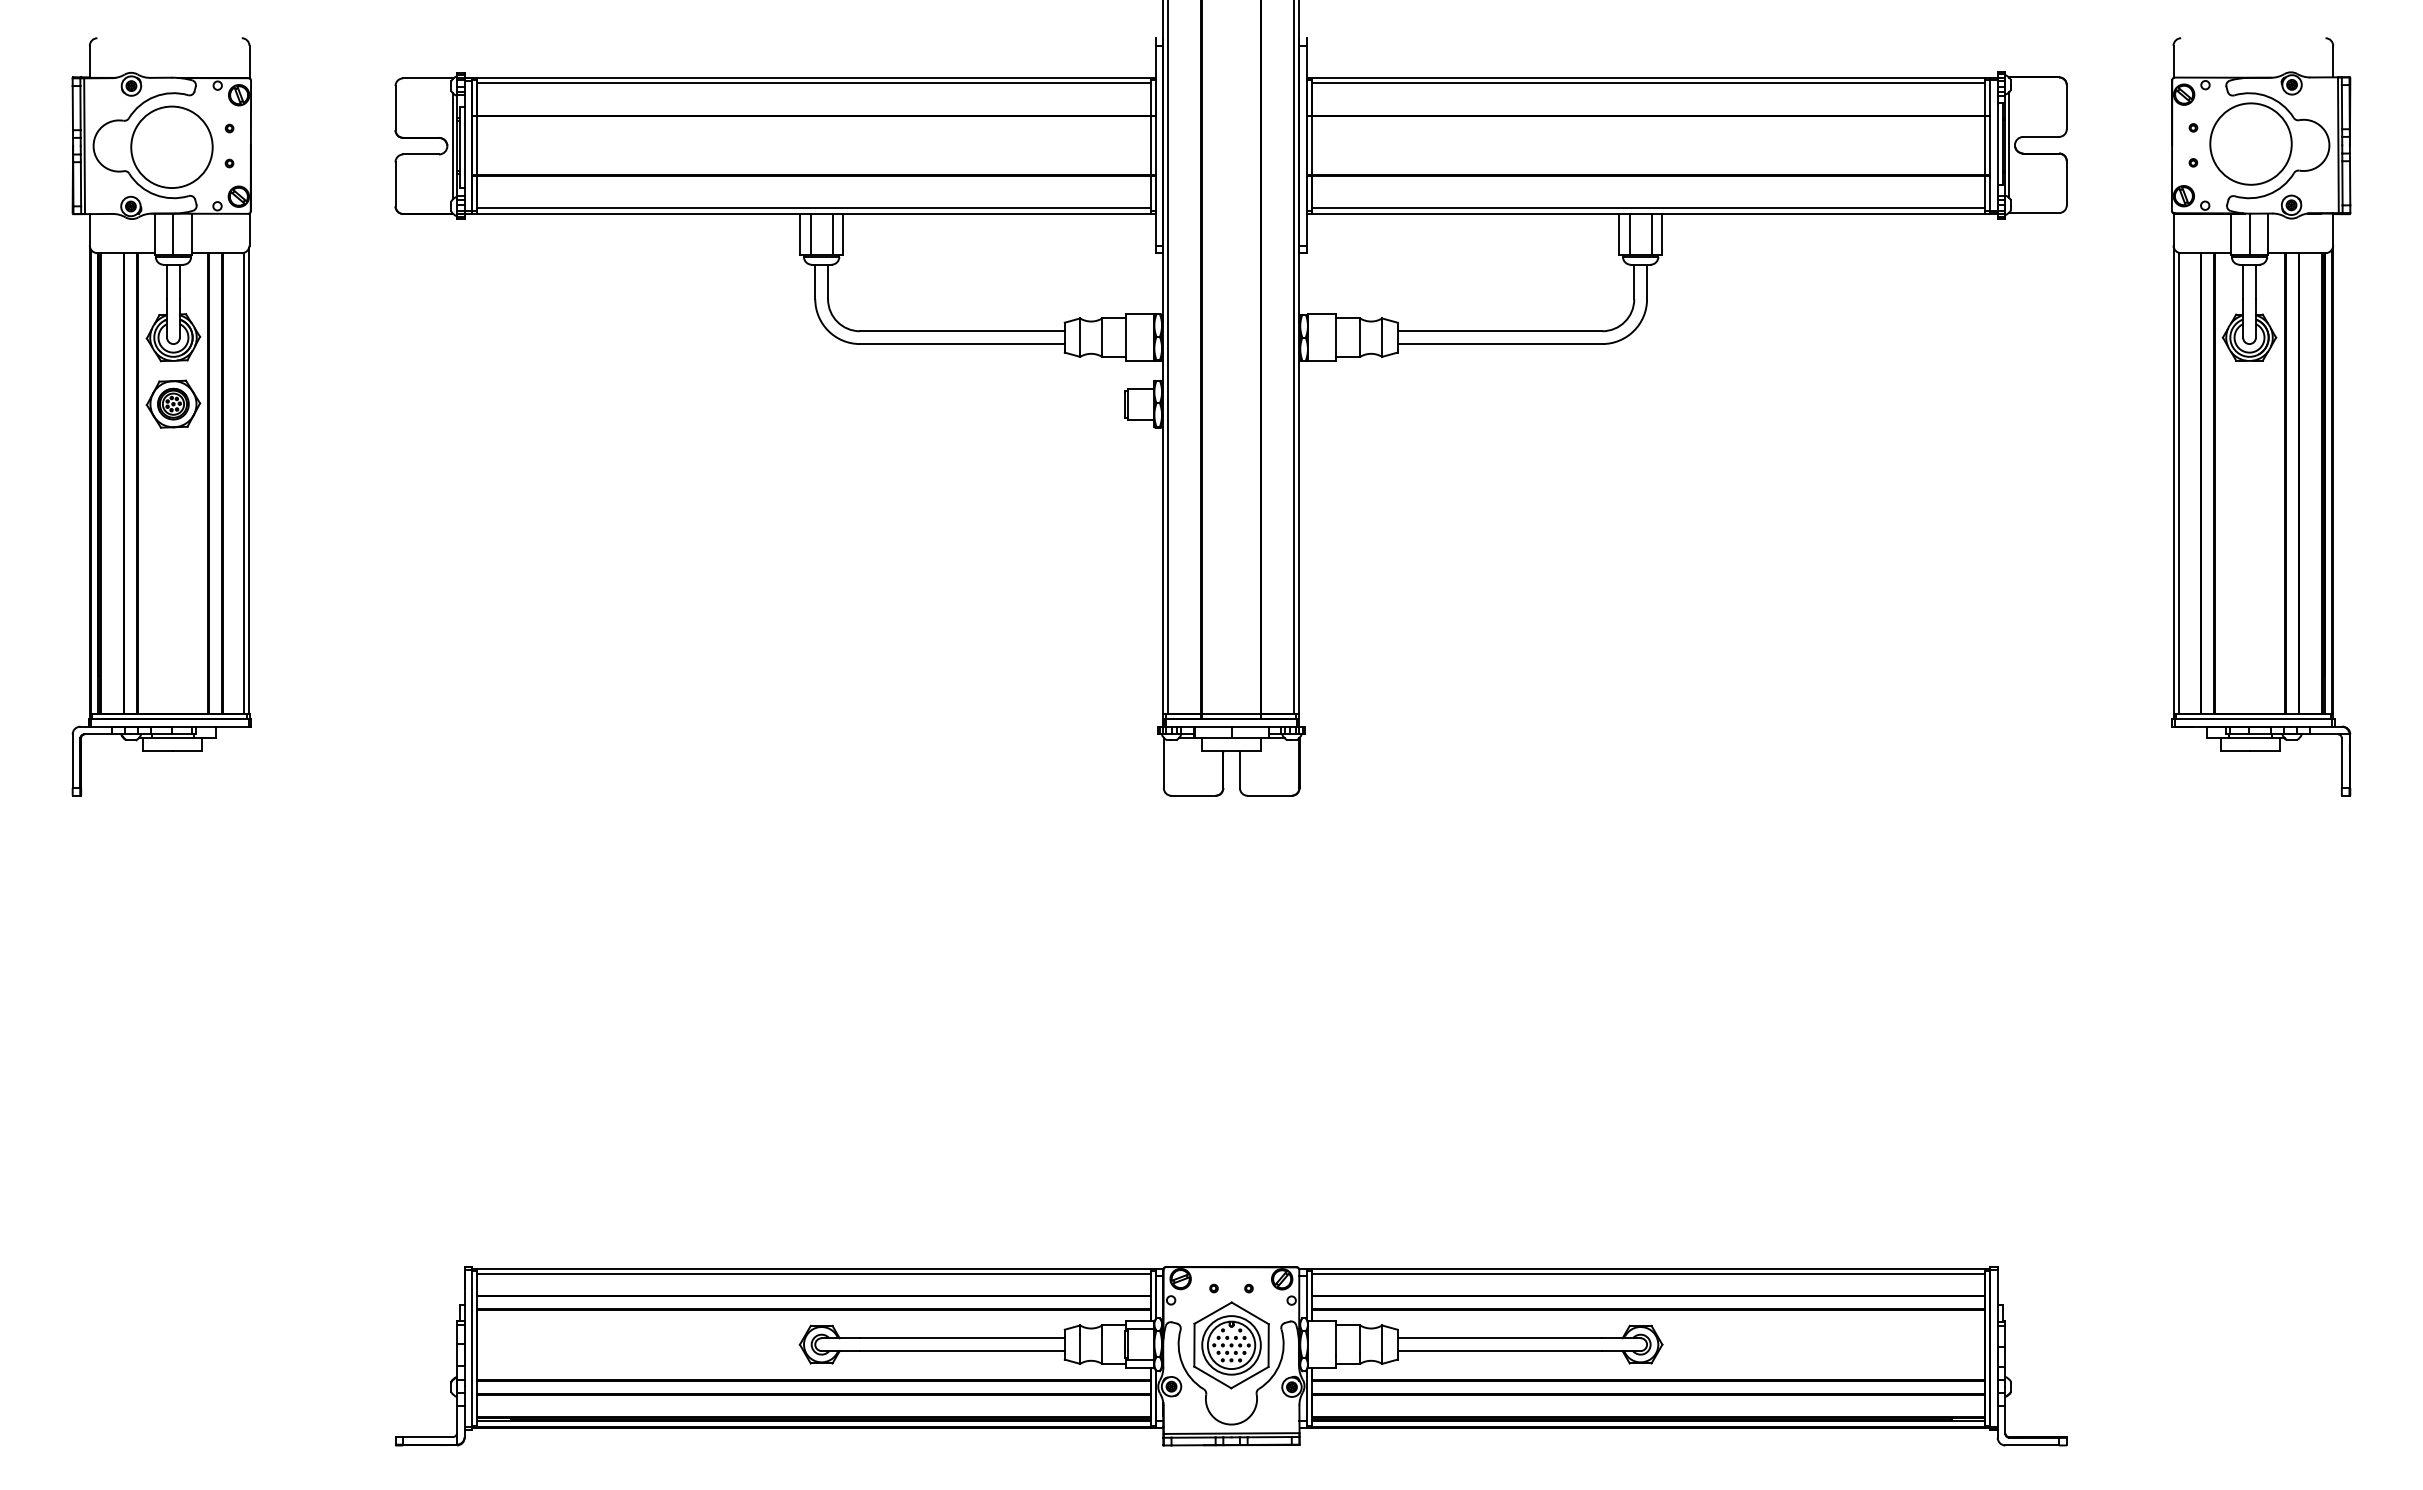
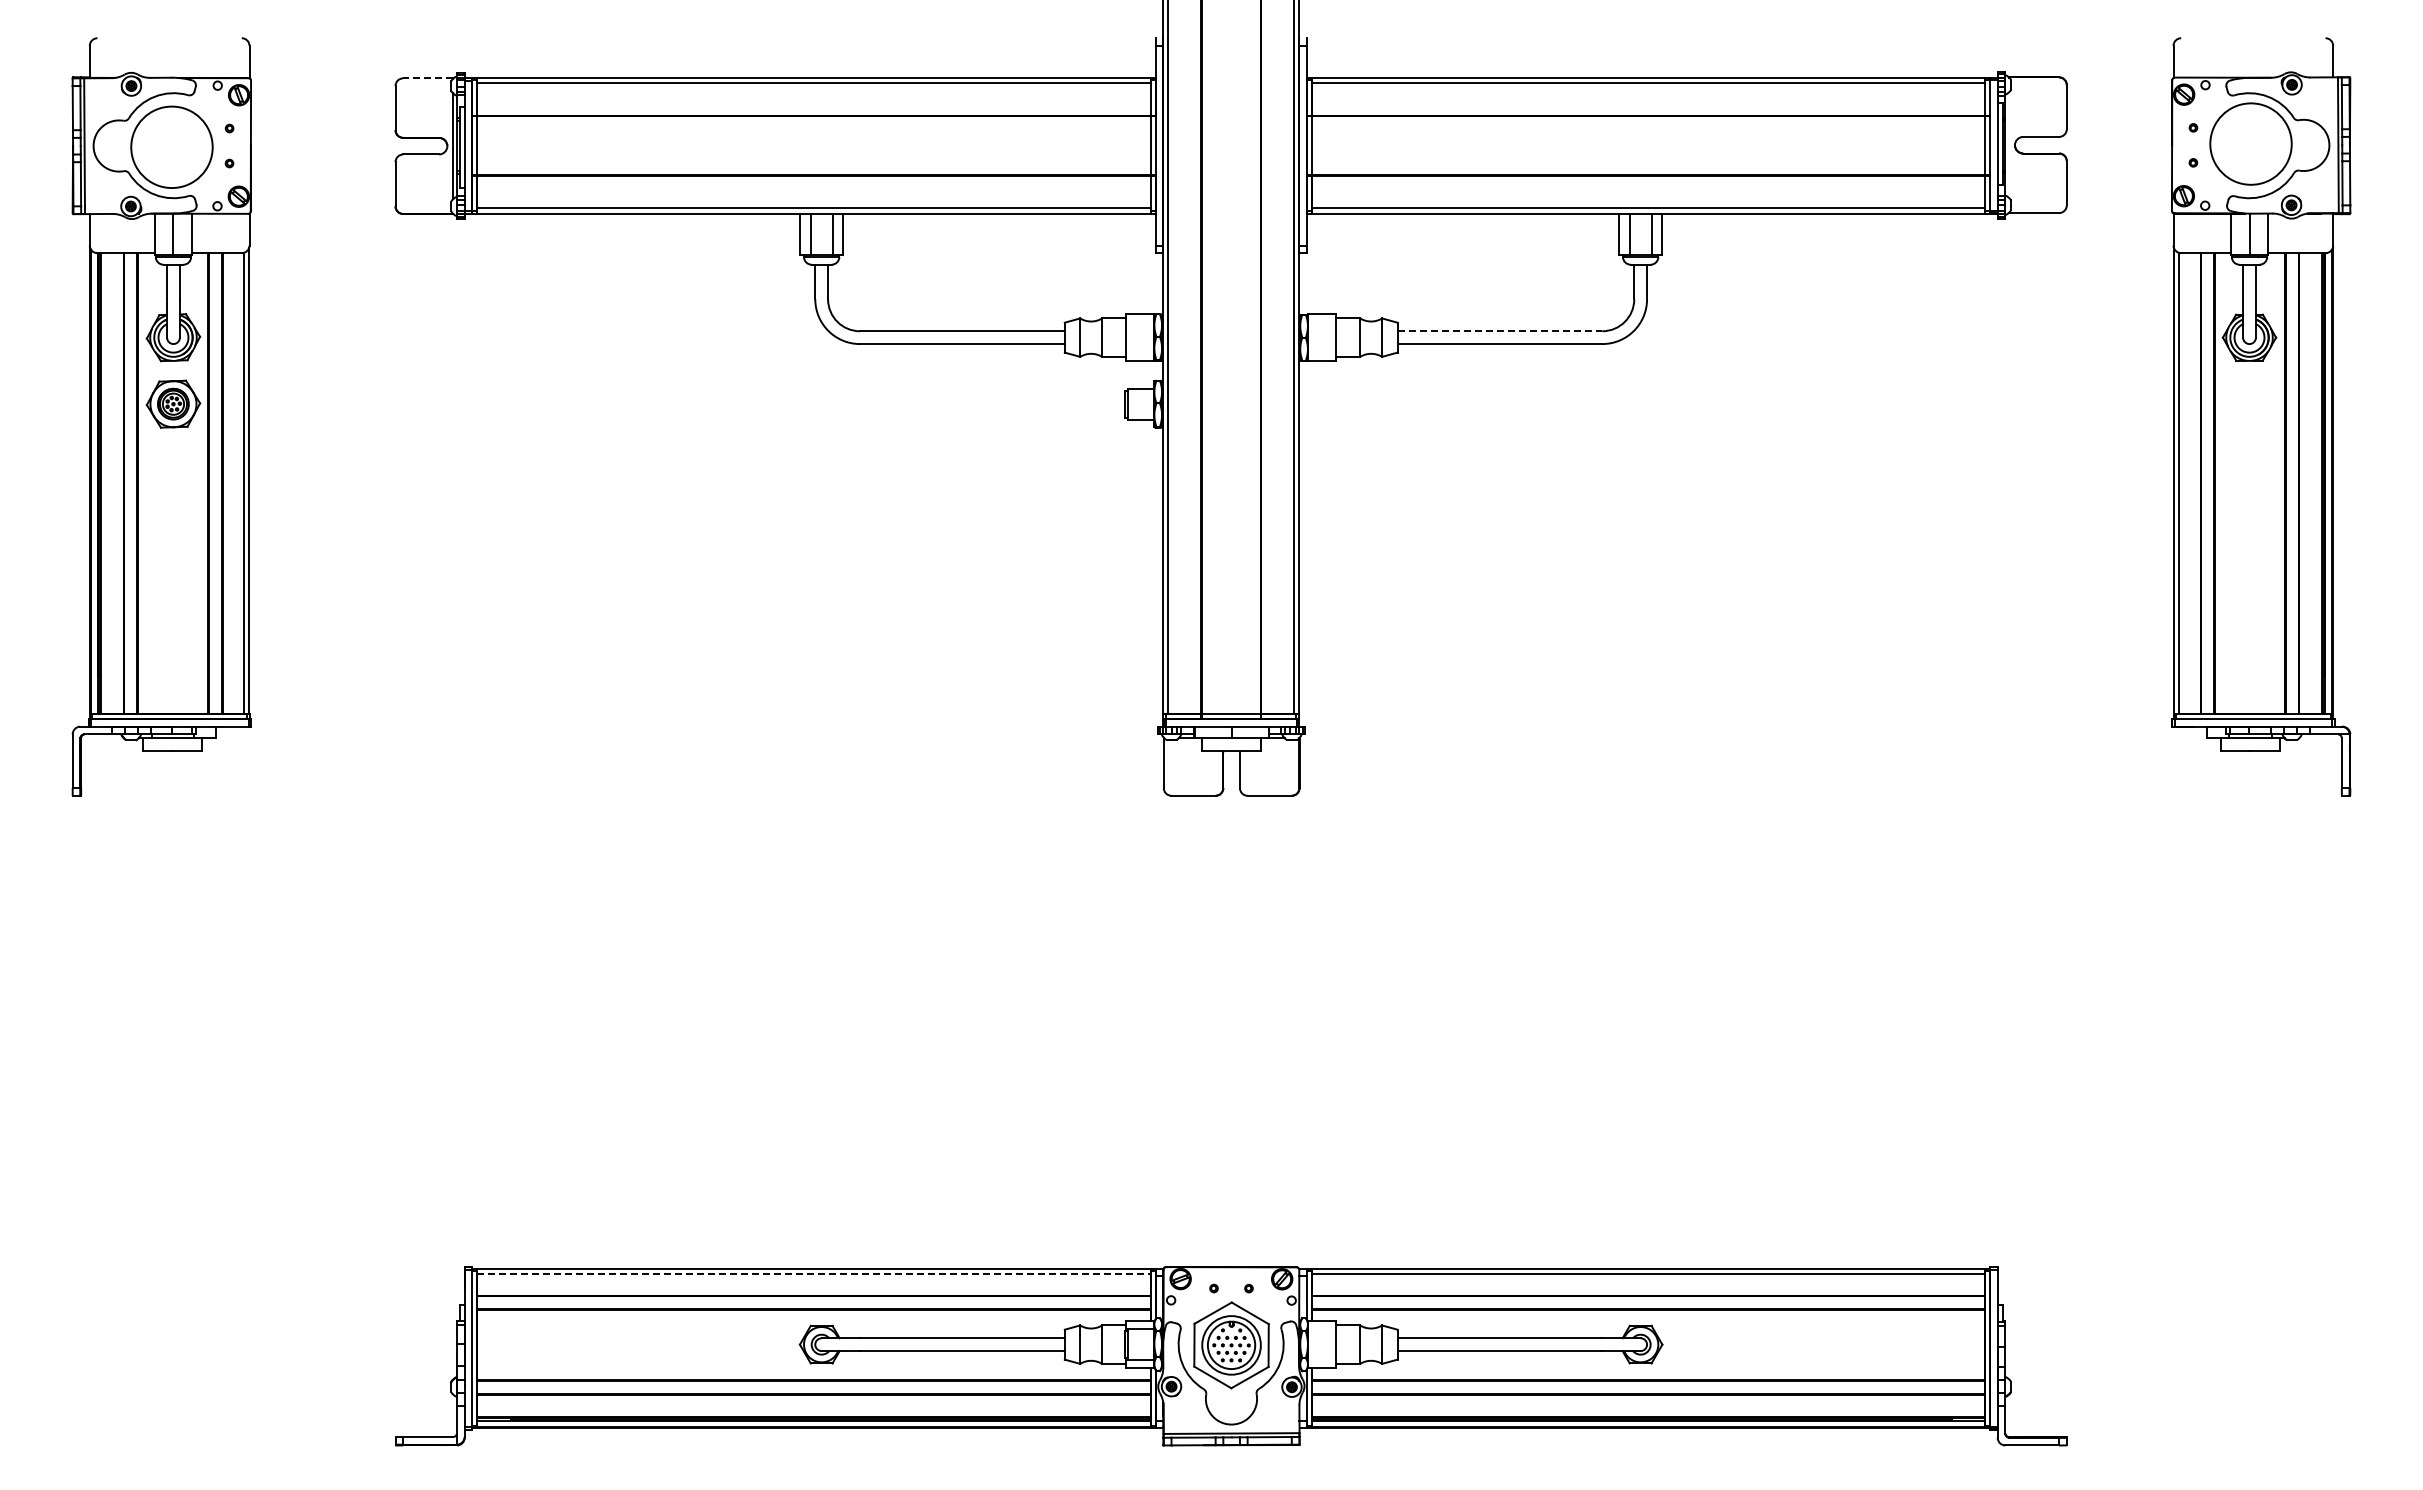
line at (428, 78): solid -> dashed
line at (2009, 145): present -> none
line at (1500, 331): solid -> dashed
line at (813, 1274): solid -> dashed
